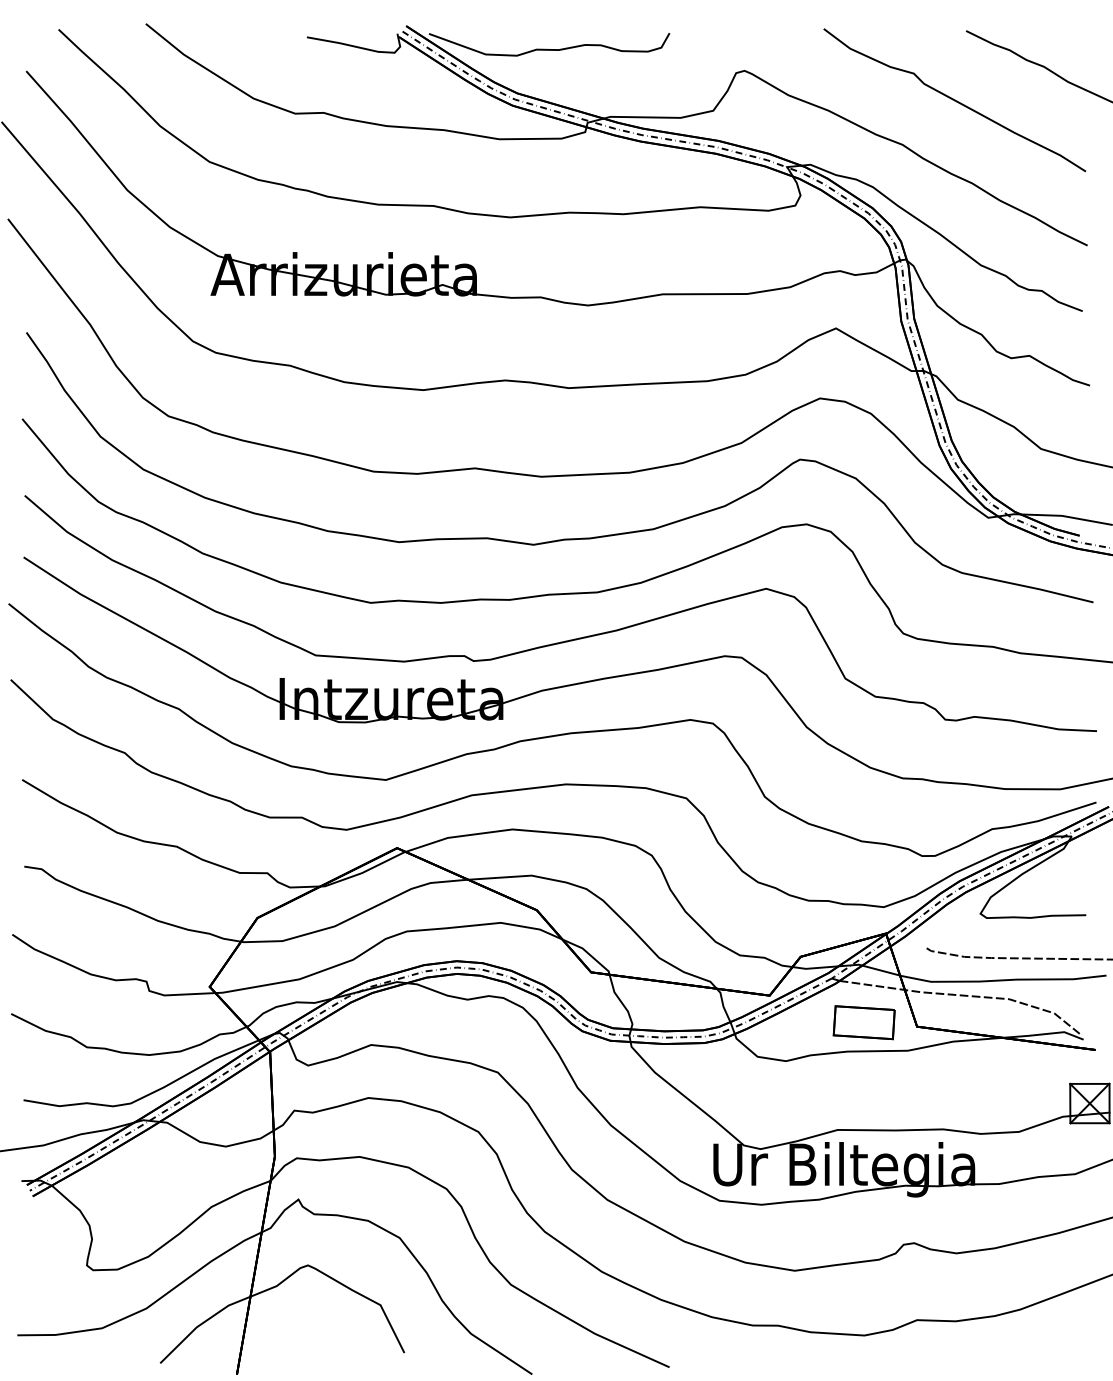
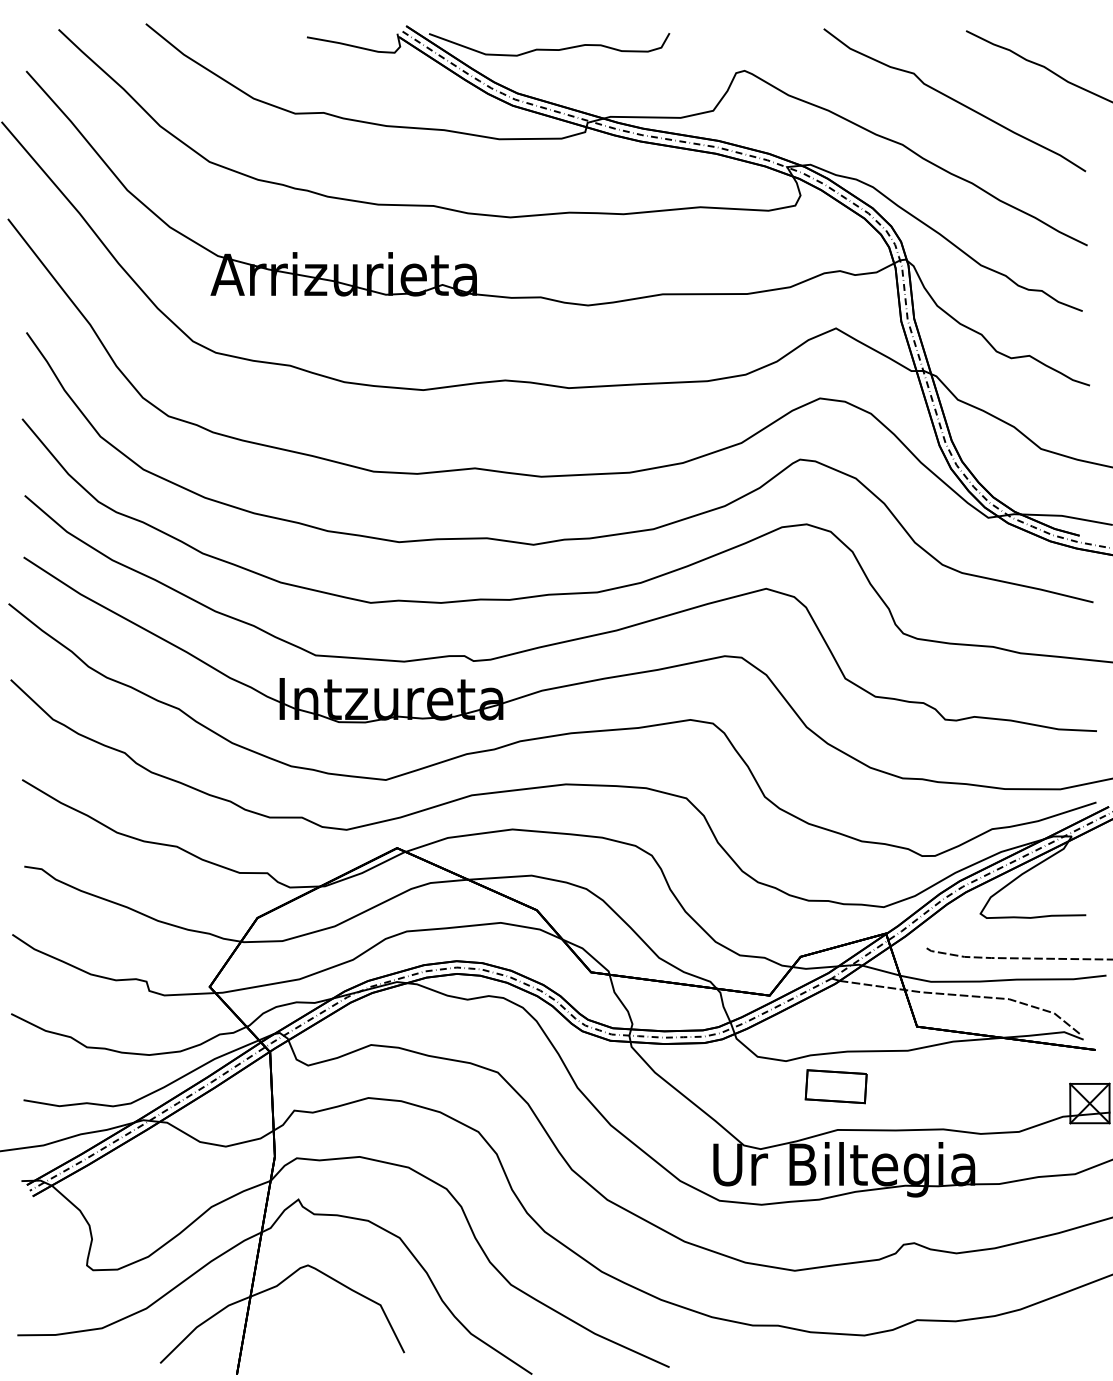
part at (863, 1022) position: (863, 1022) -> (835, 1086)
